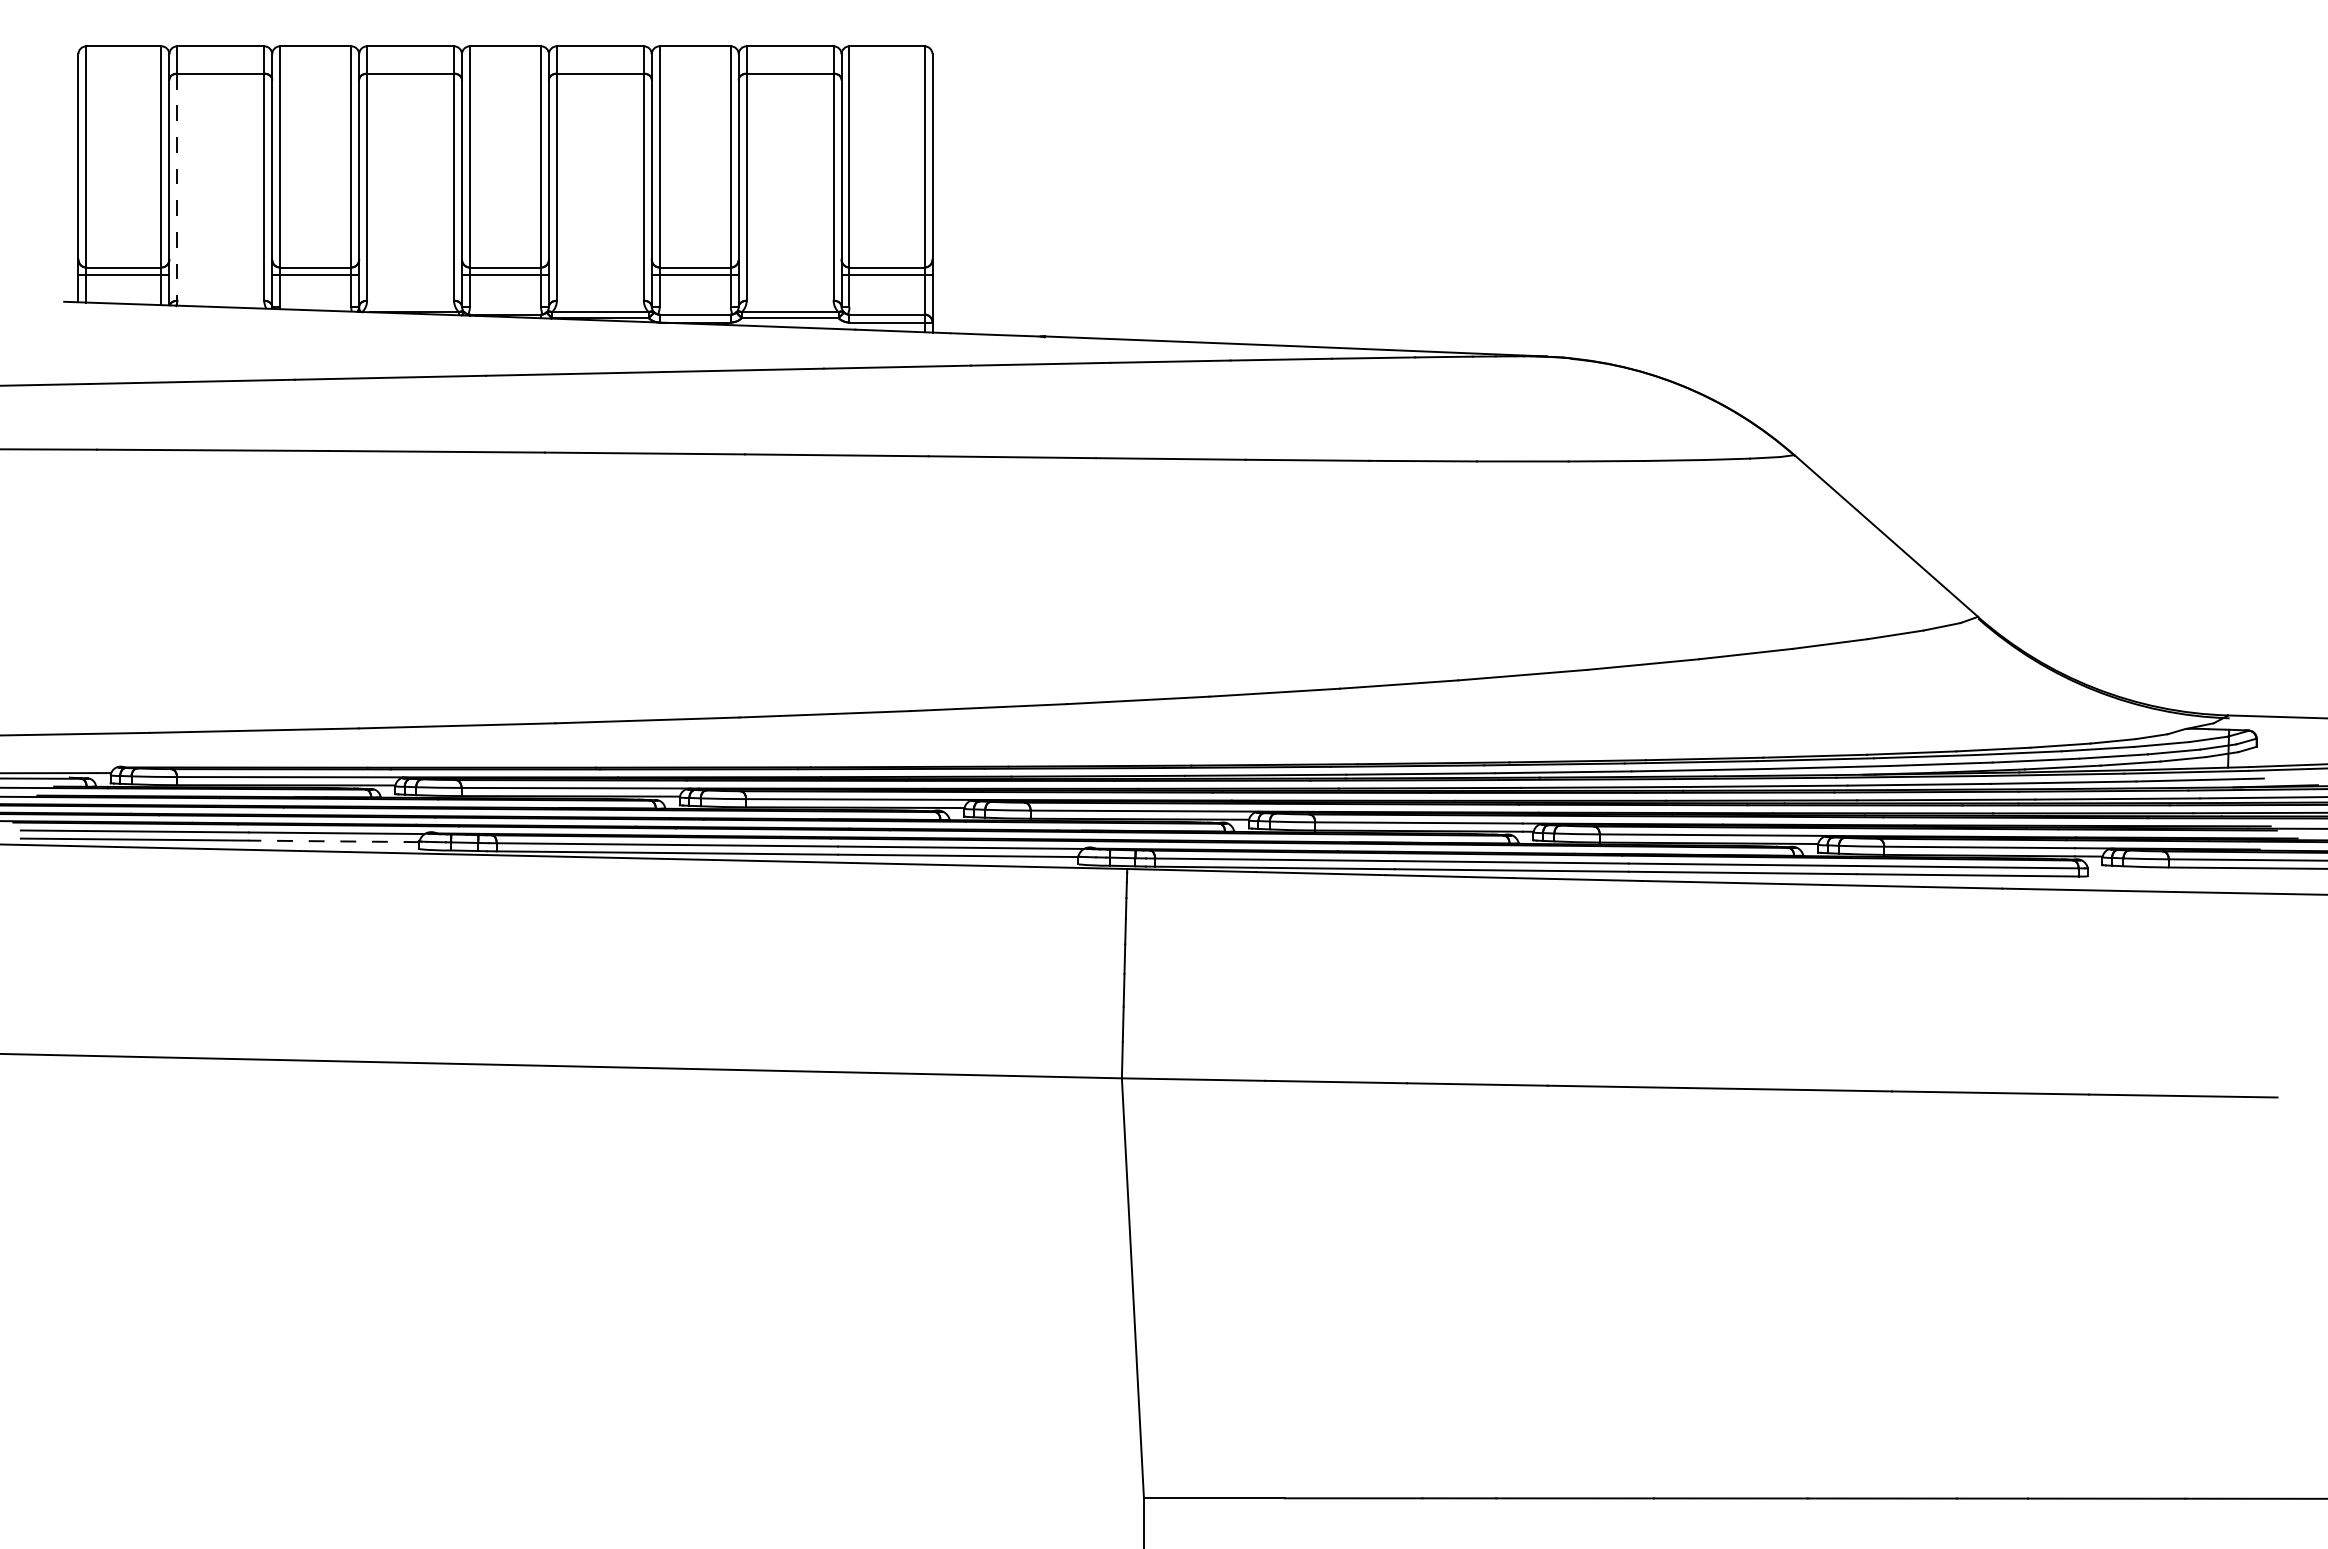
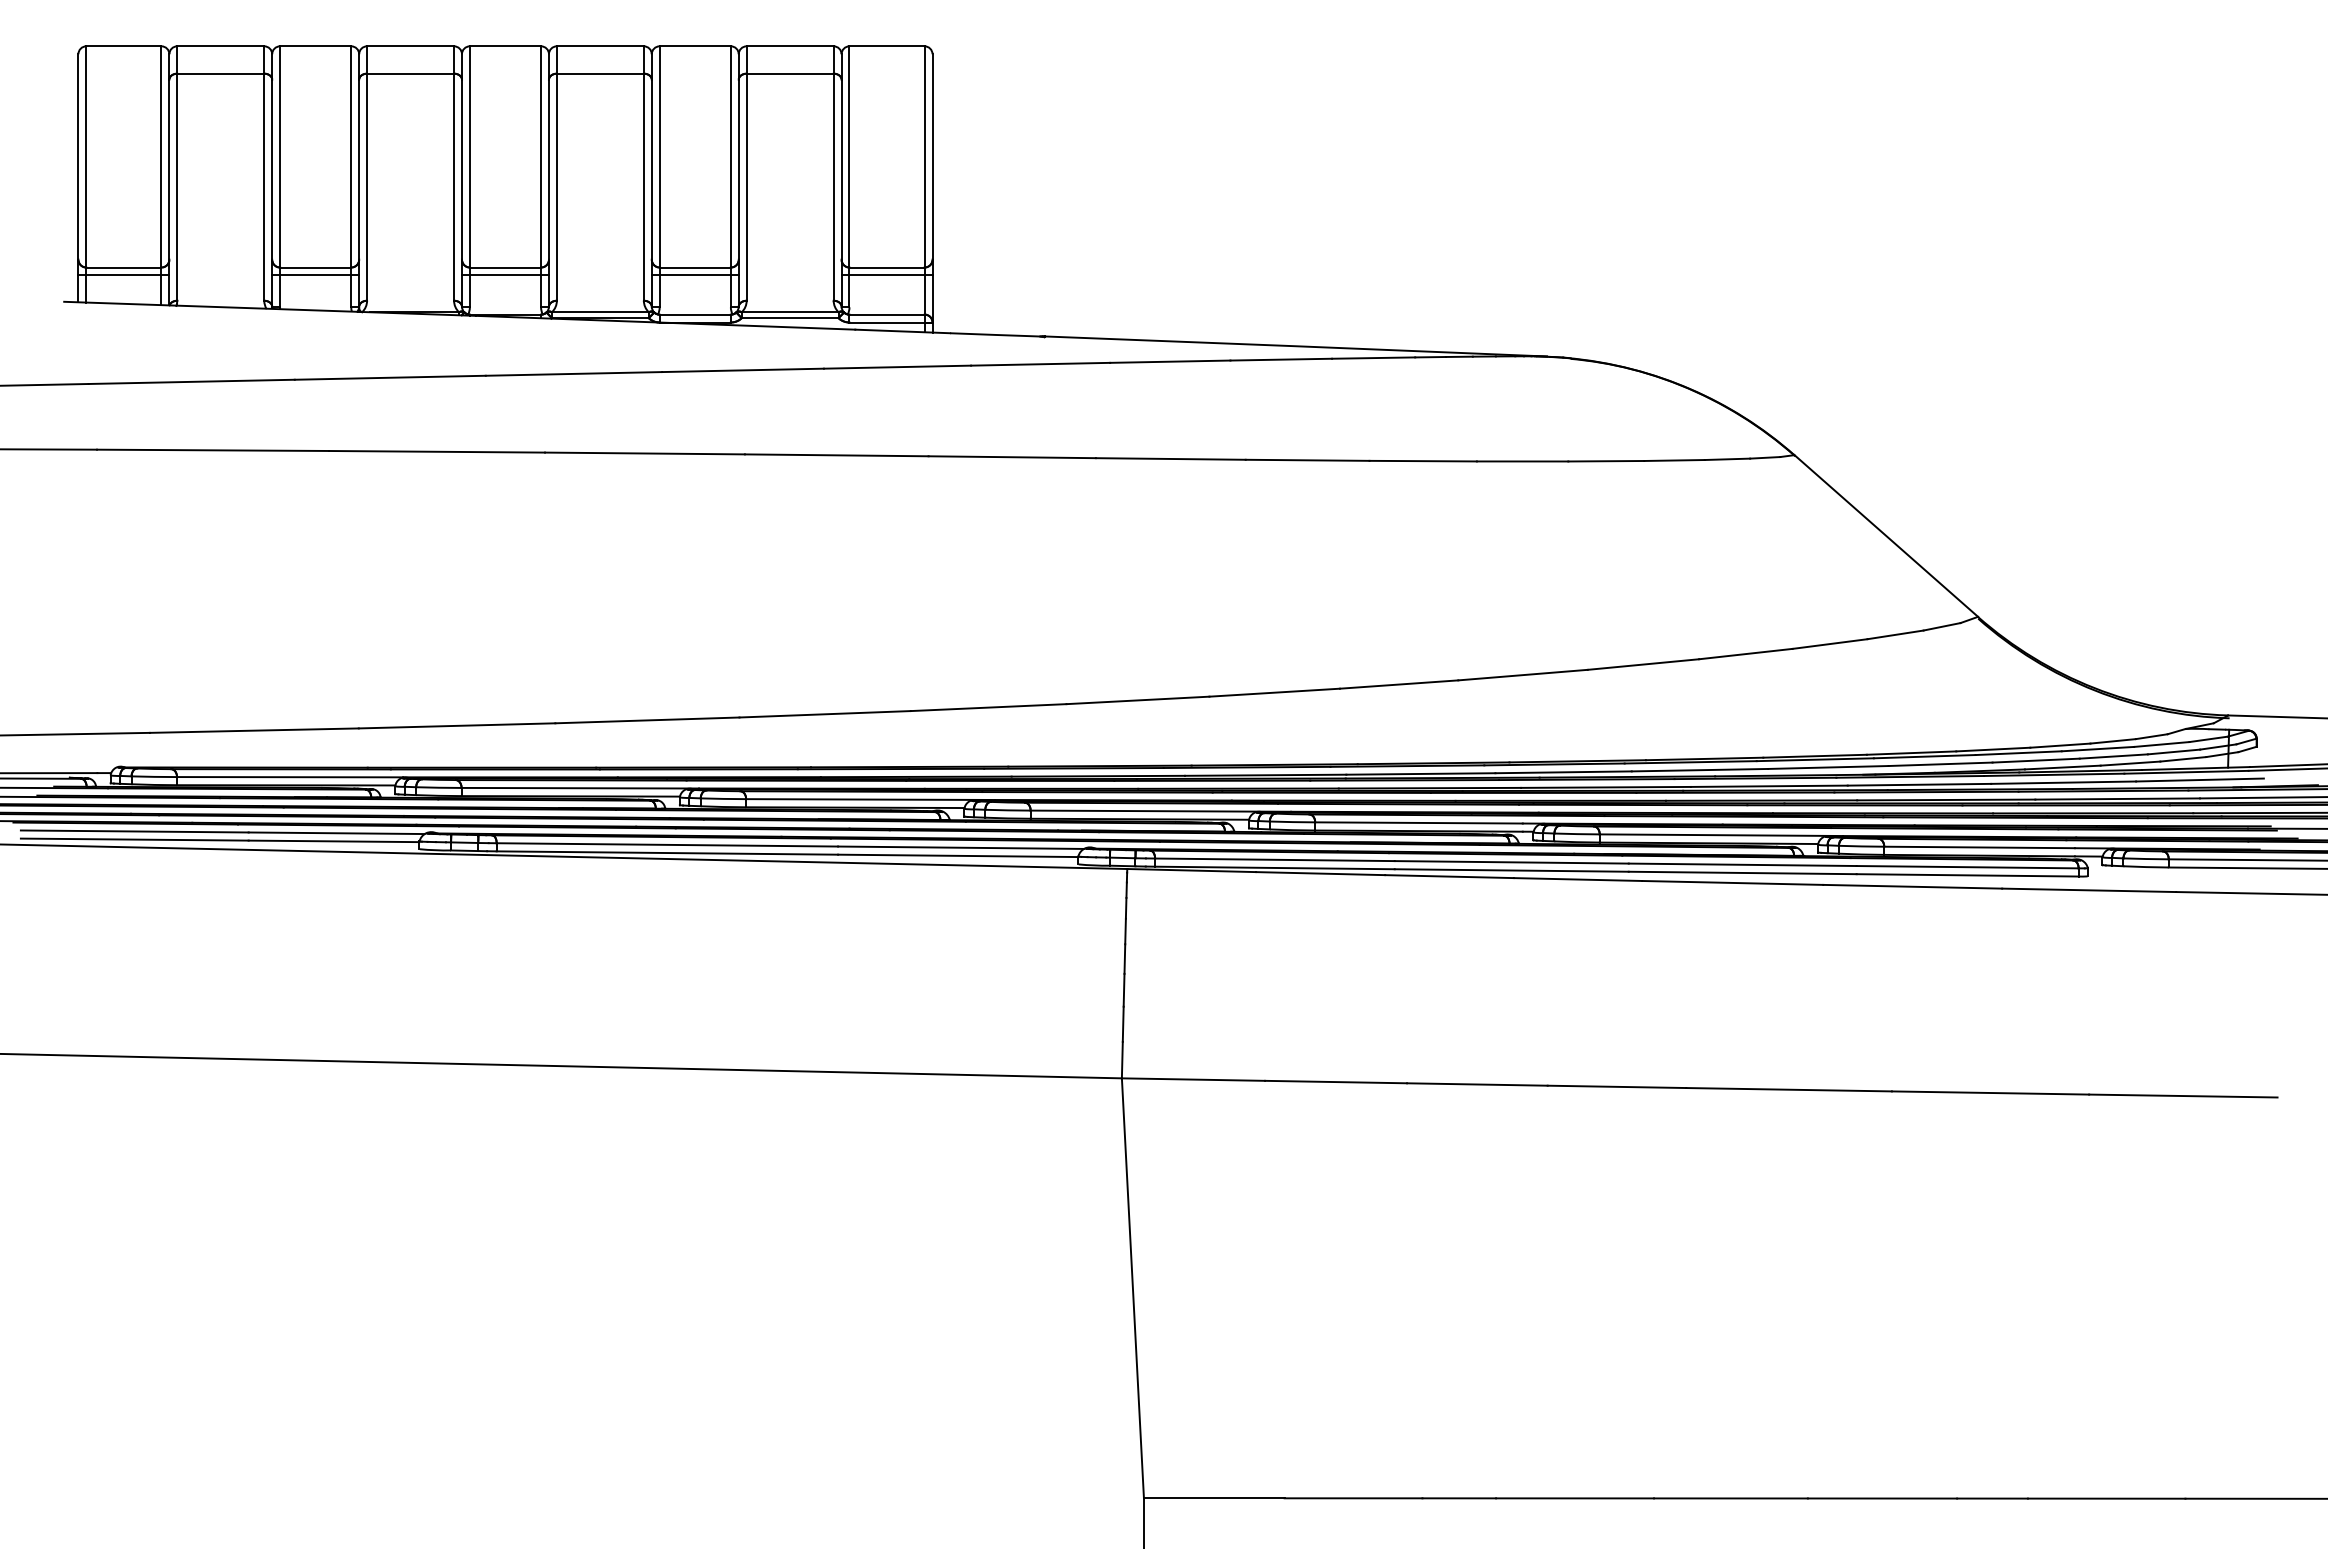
line at (177, 187): dashed -> solid
line at (333, 841): dashed -> solid
